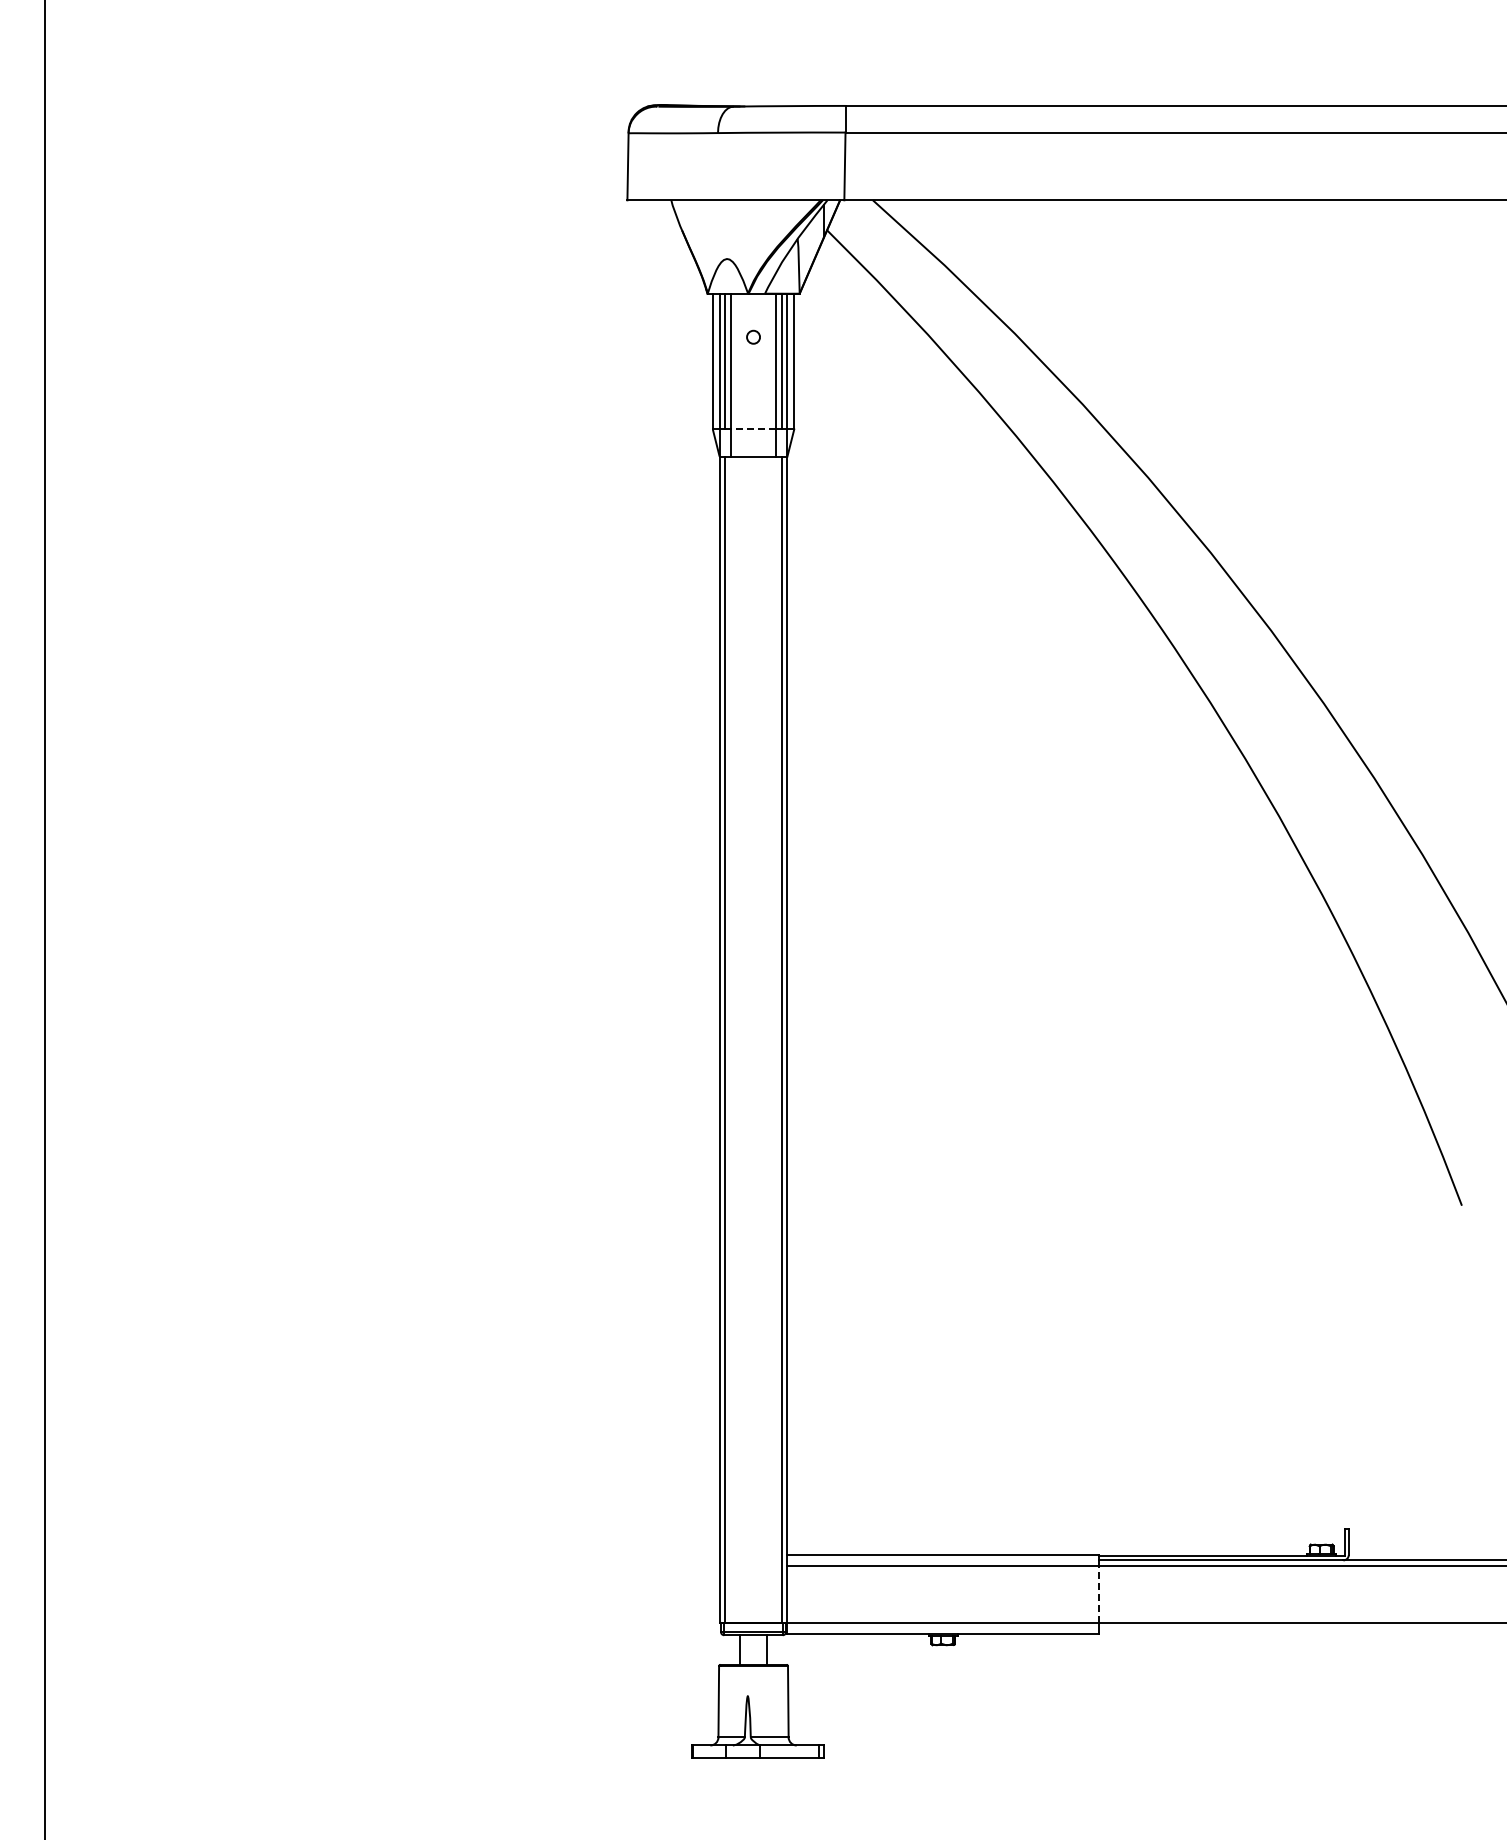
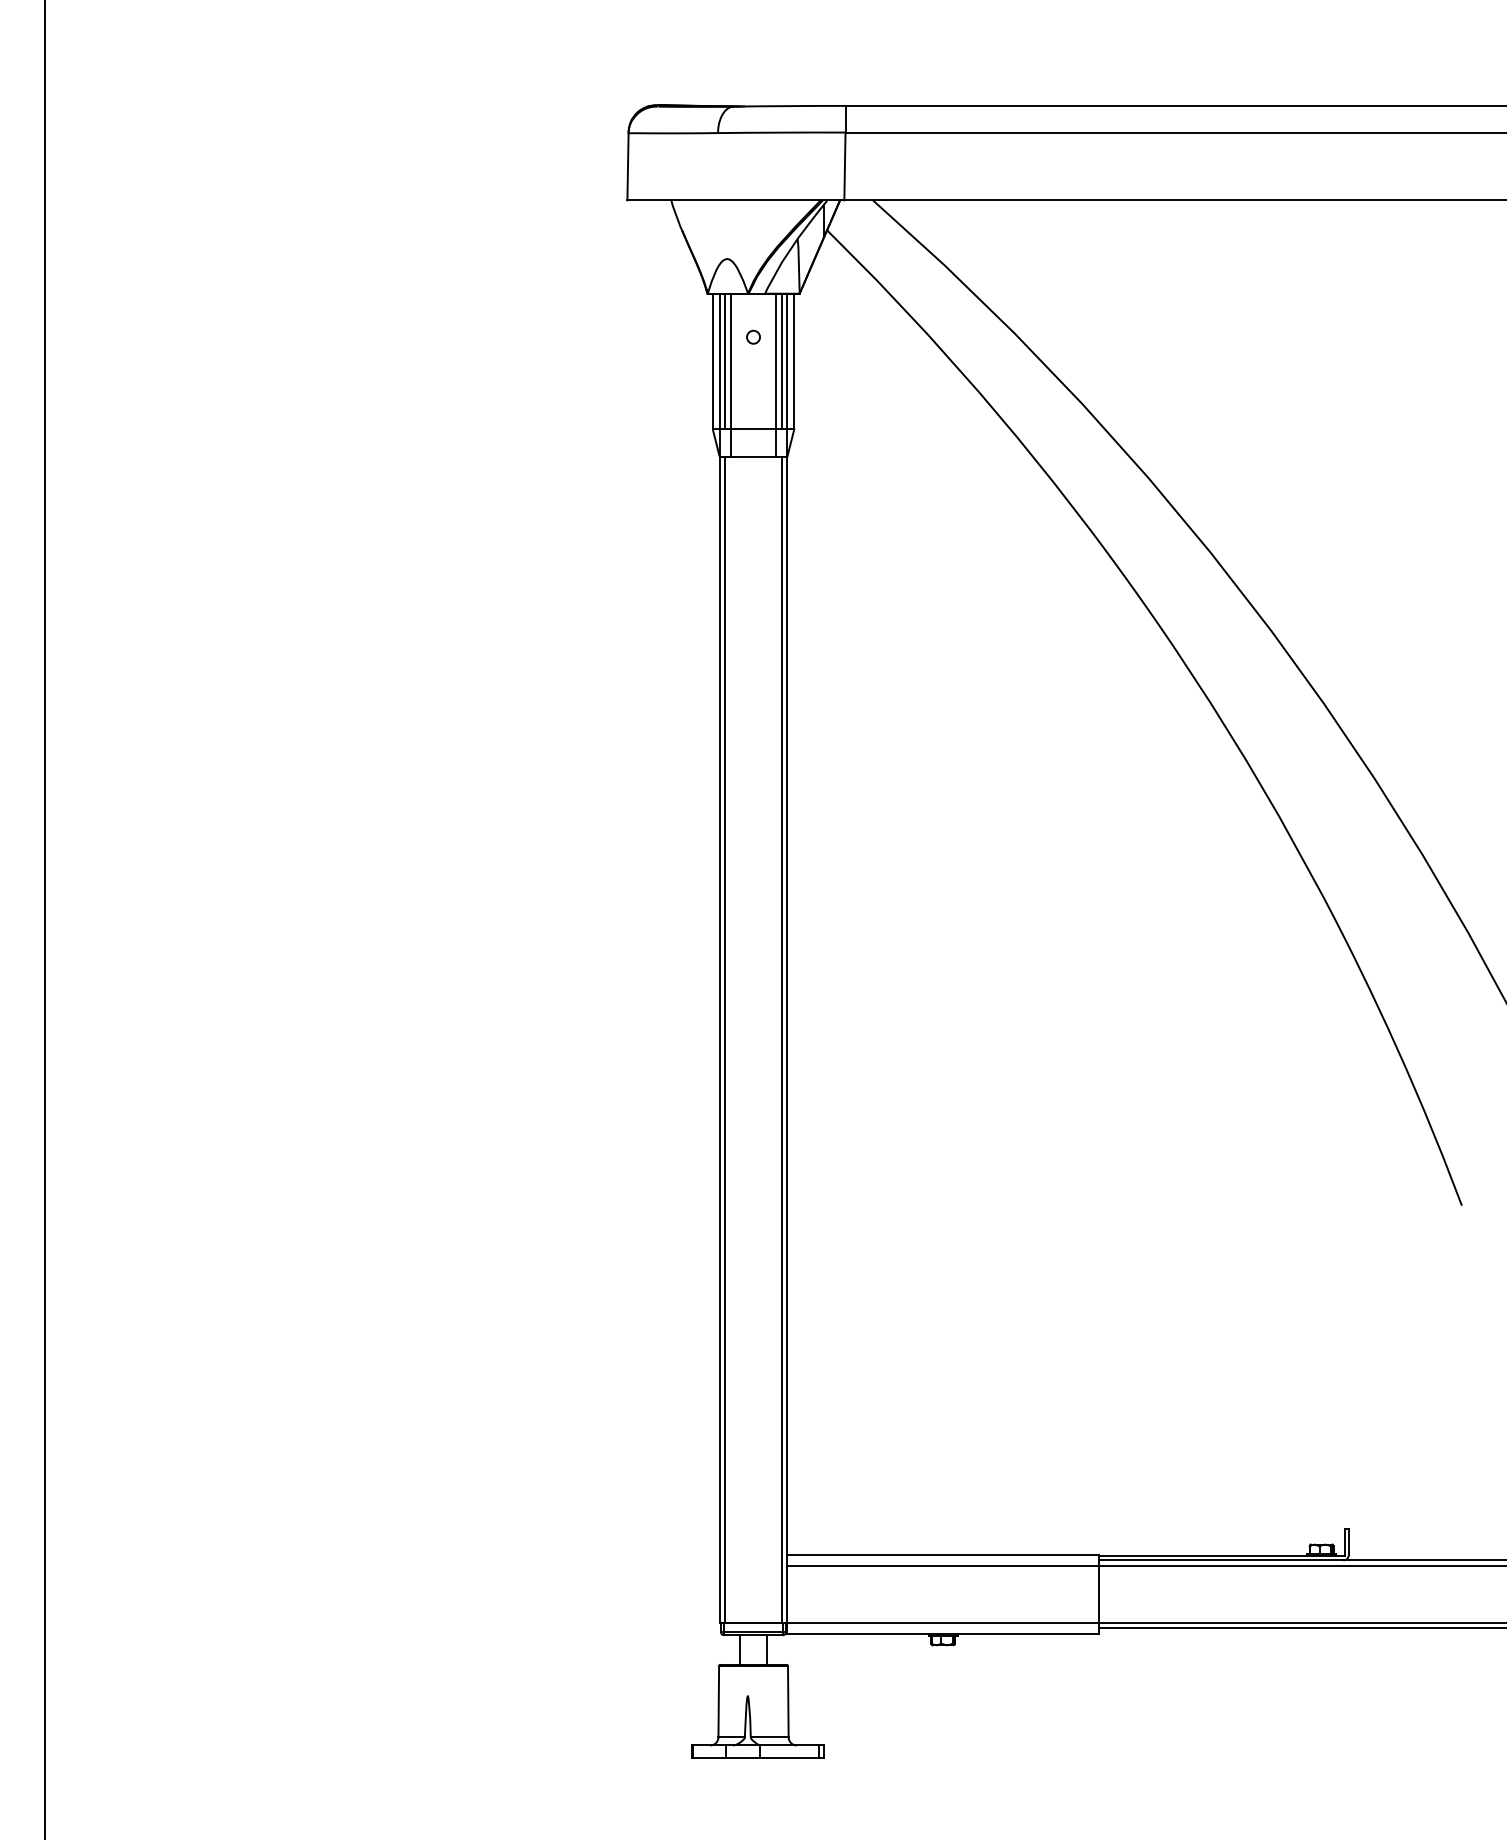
line at (753, 429): dashed -> solid
line at (1099, 1593): dashed -> solid
line at (1301, 1628): none -> present
